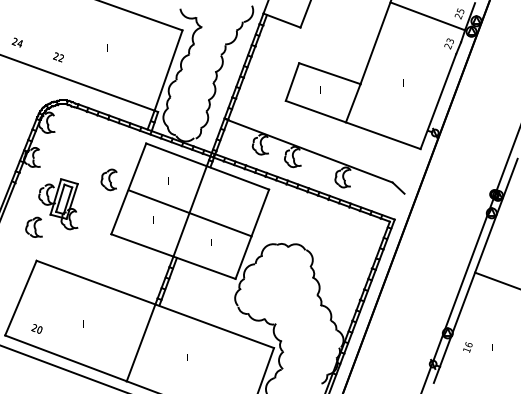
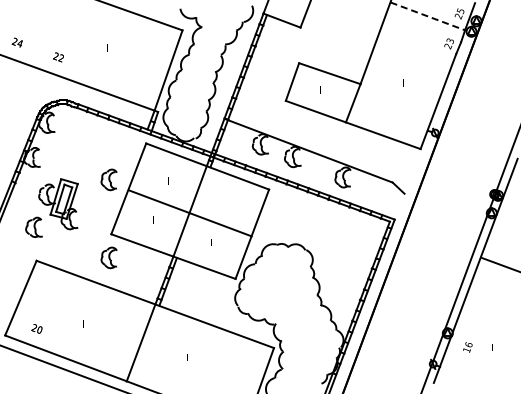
line at (427, 16): solid -> dashed
part at (108, 257): none -> present
line at (496, 280) position: (496, 280) -> (499, 263)
